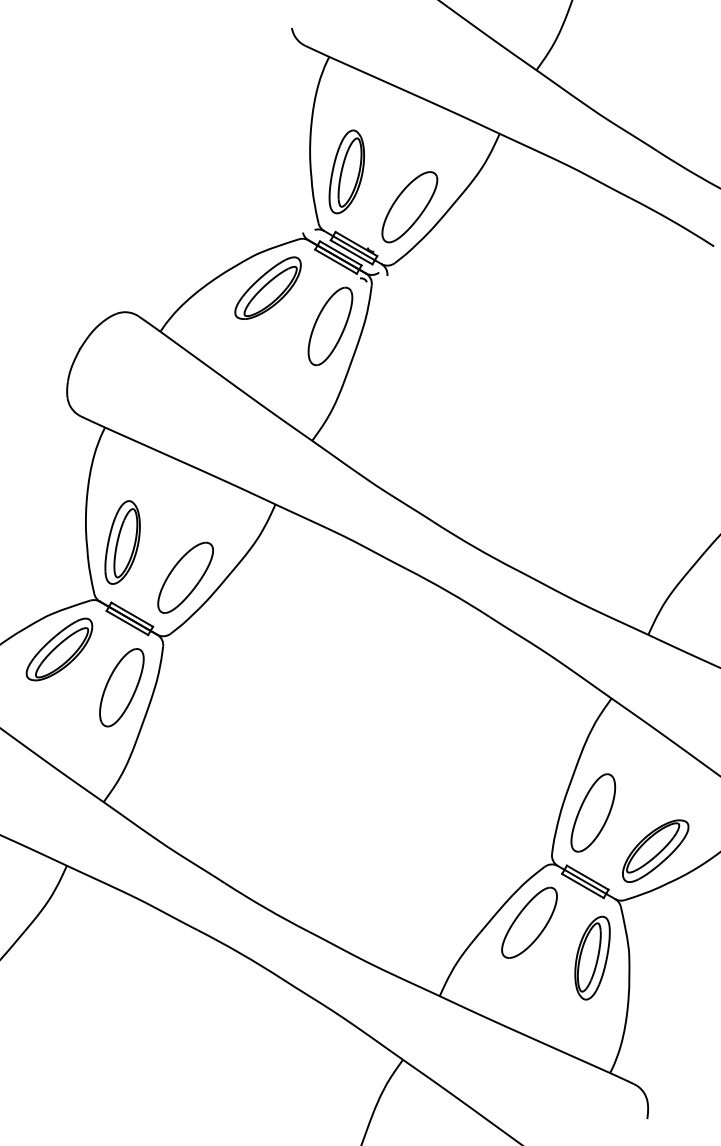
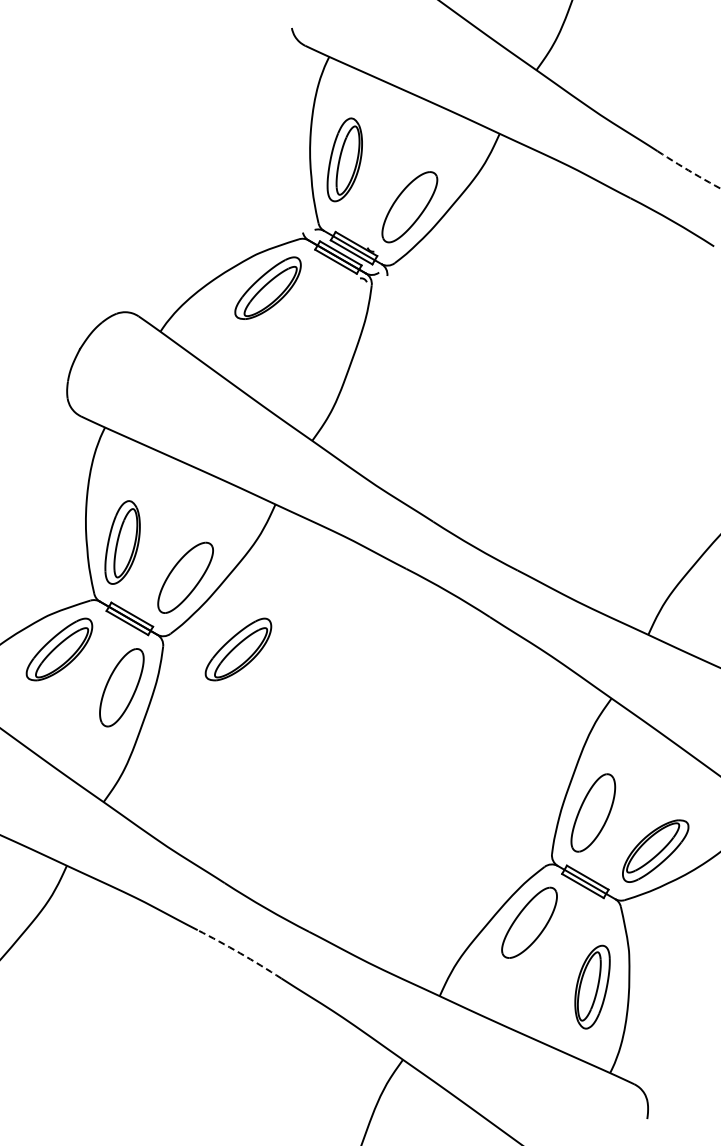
arc at (689, 170): solid -> dashed
part at (346, 171) position: (346, 171) -> (344, 159)
part at (330, 326): present -> none
part at (238, 649): none -> present
arc at (240, 953): solid -> dashed
part at (592, 957) position: (592, 957) -> (592, 986)
